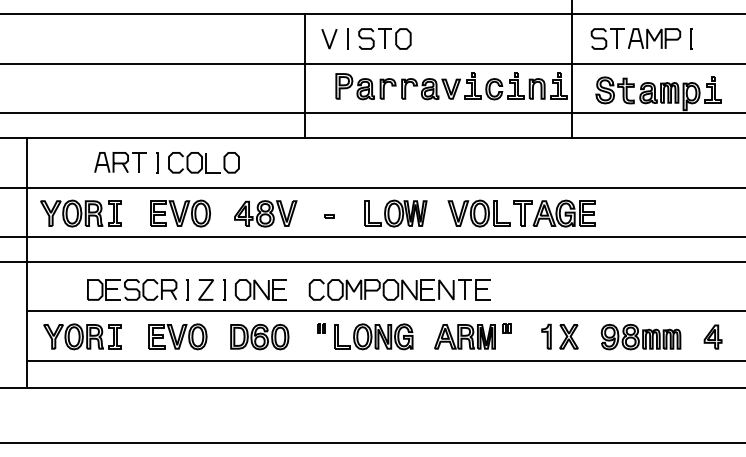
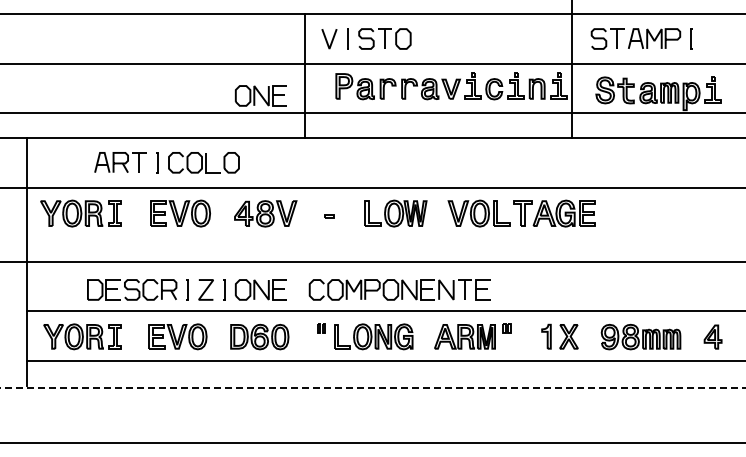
part at (260, 95): none -> present
line at (372, 237): present -> none
line at (374, 387): solid -> dashed
